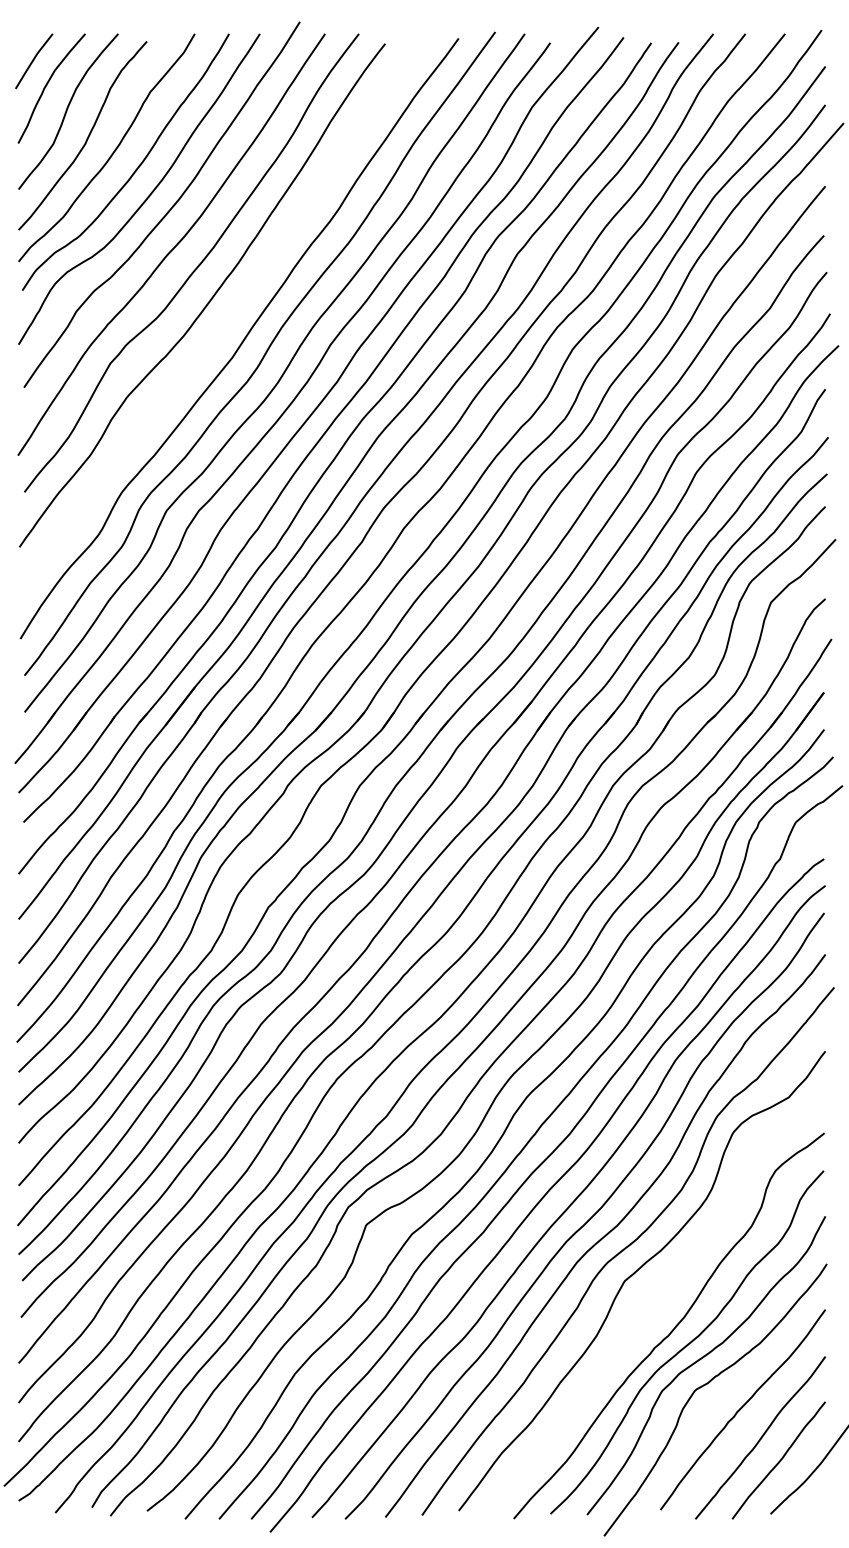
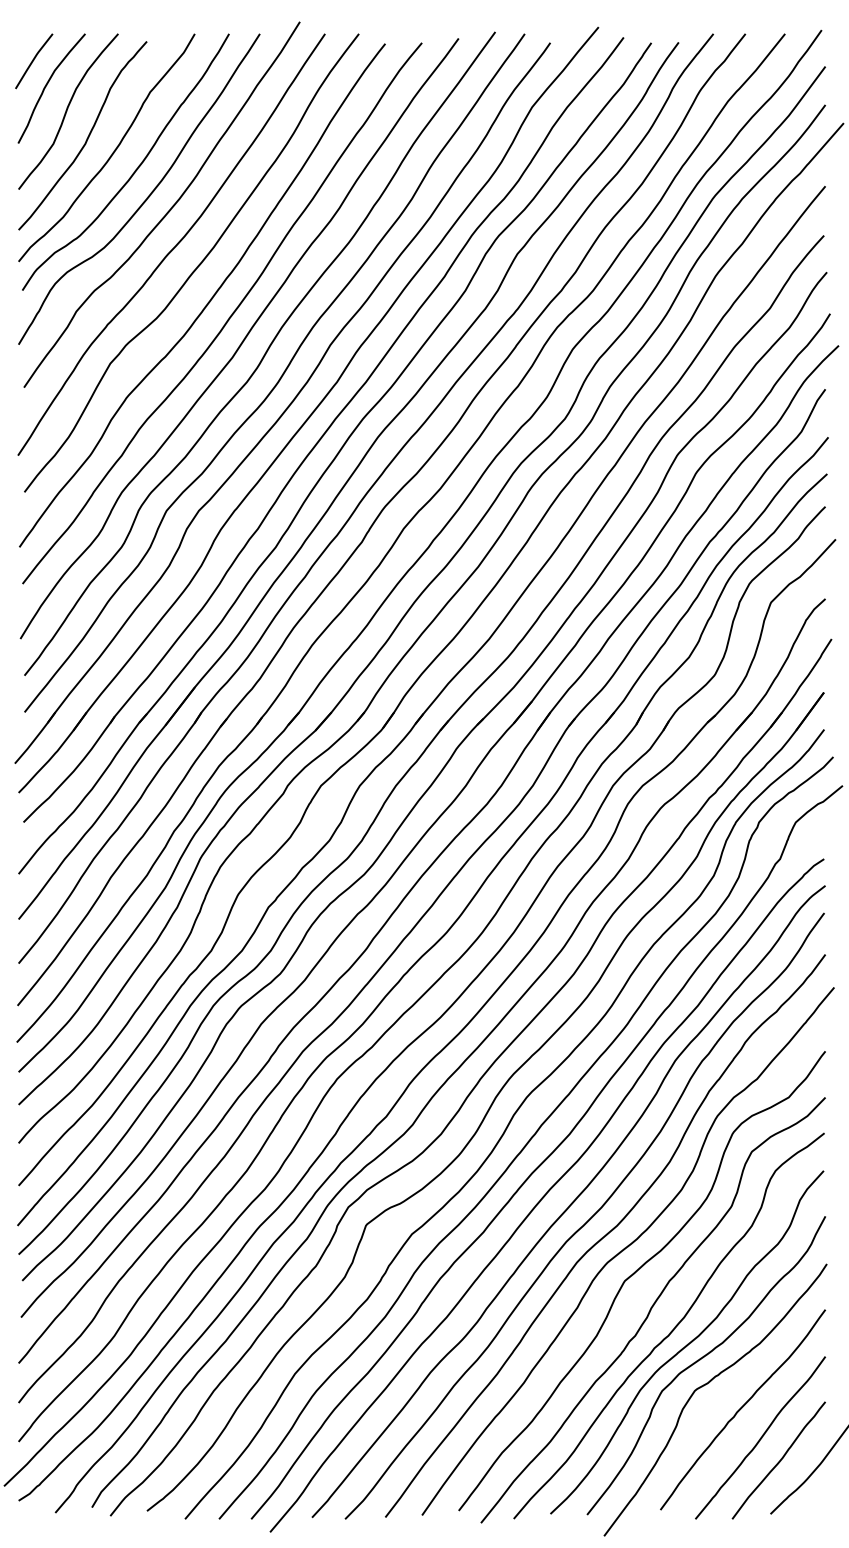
curve at (229, 316): none -> present
curve at (651, 1310): none -> present
